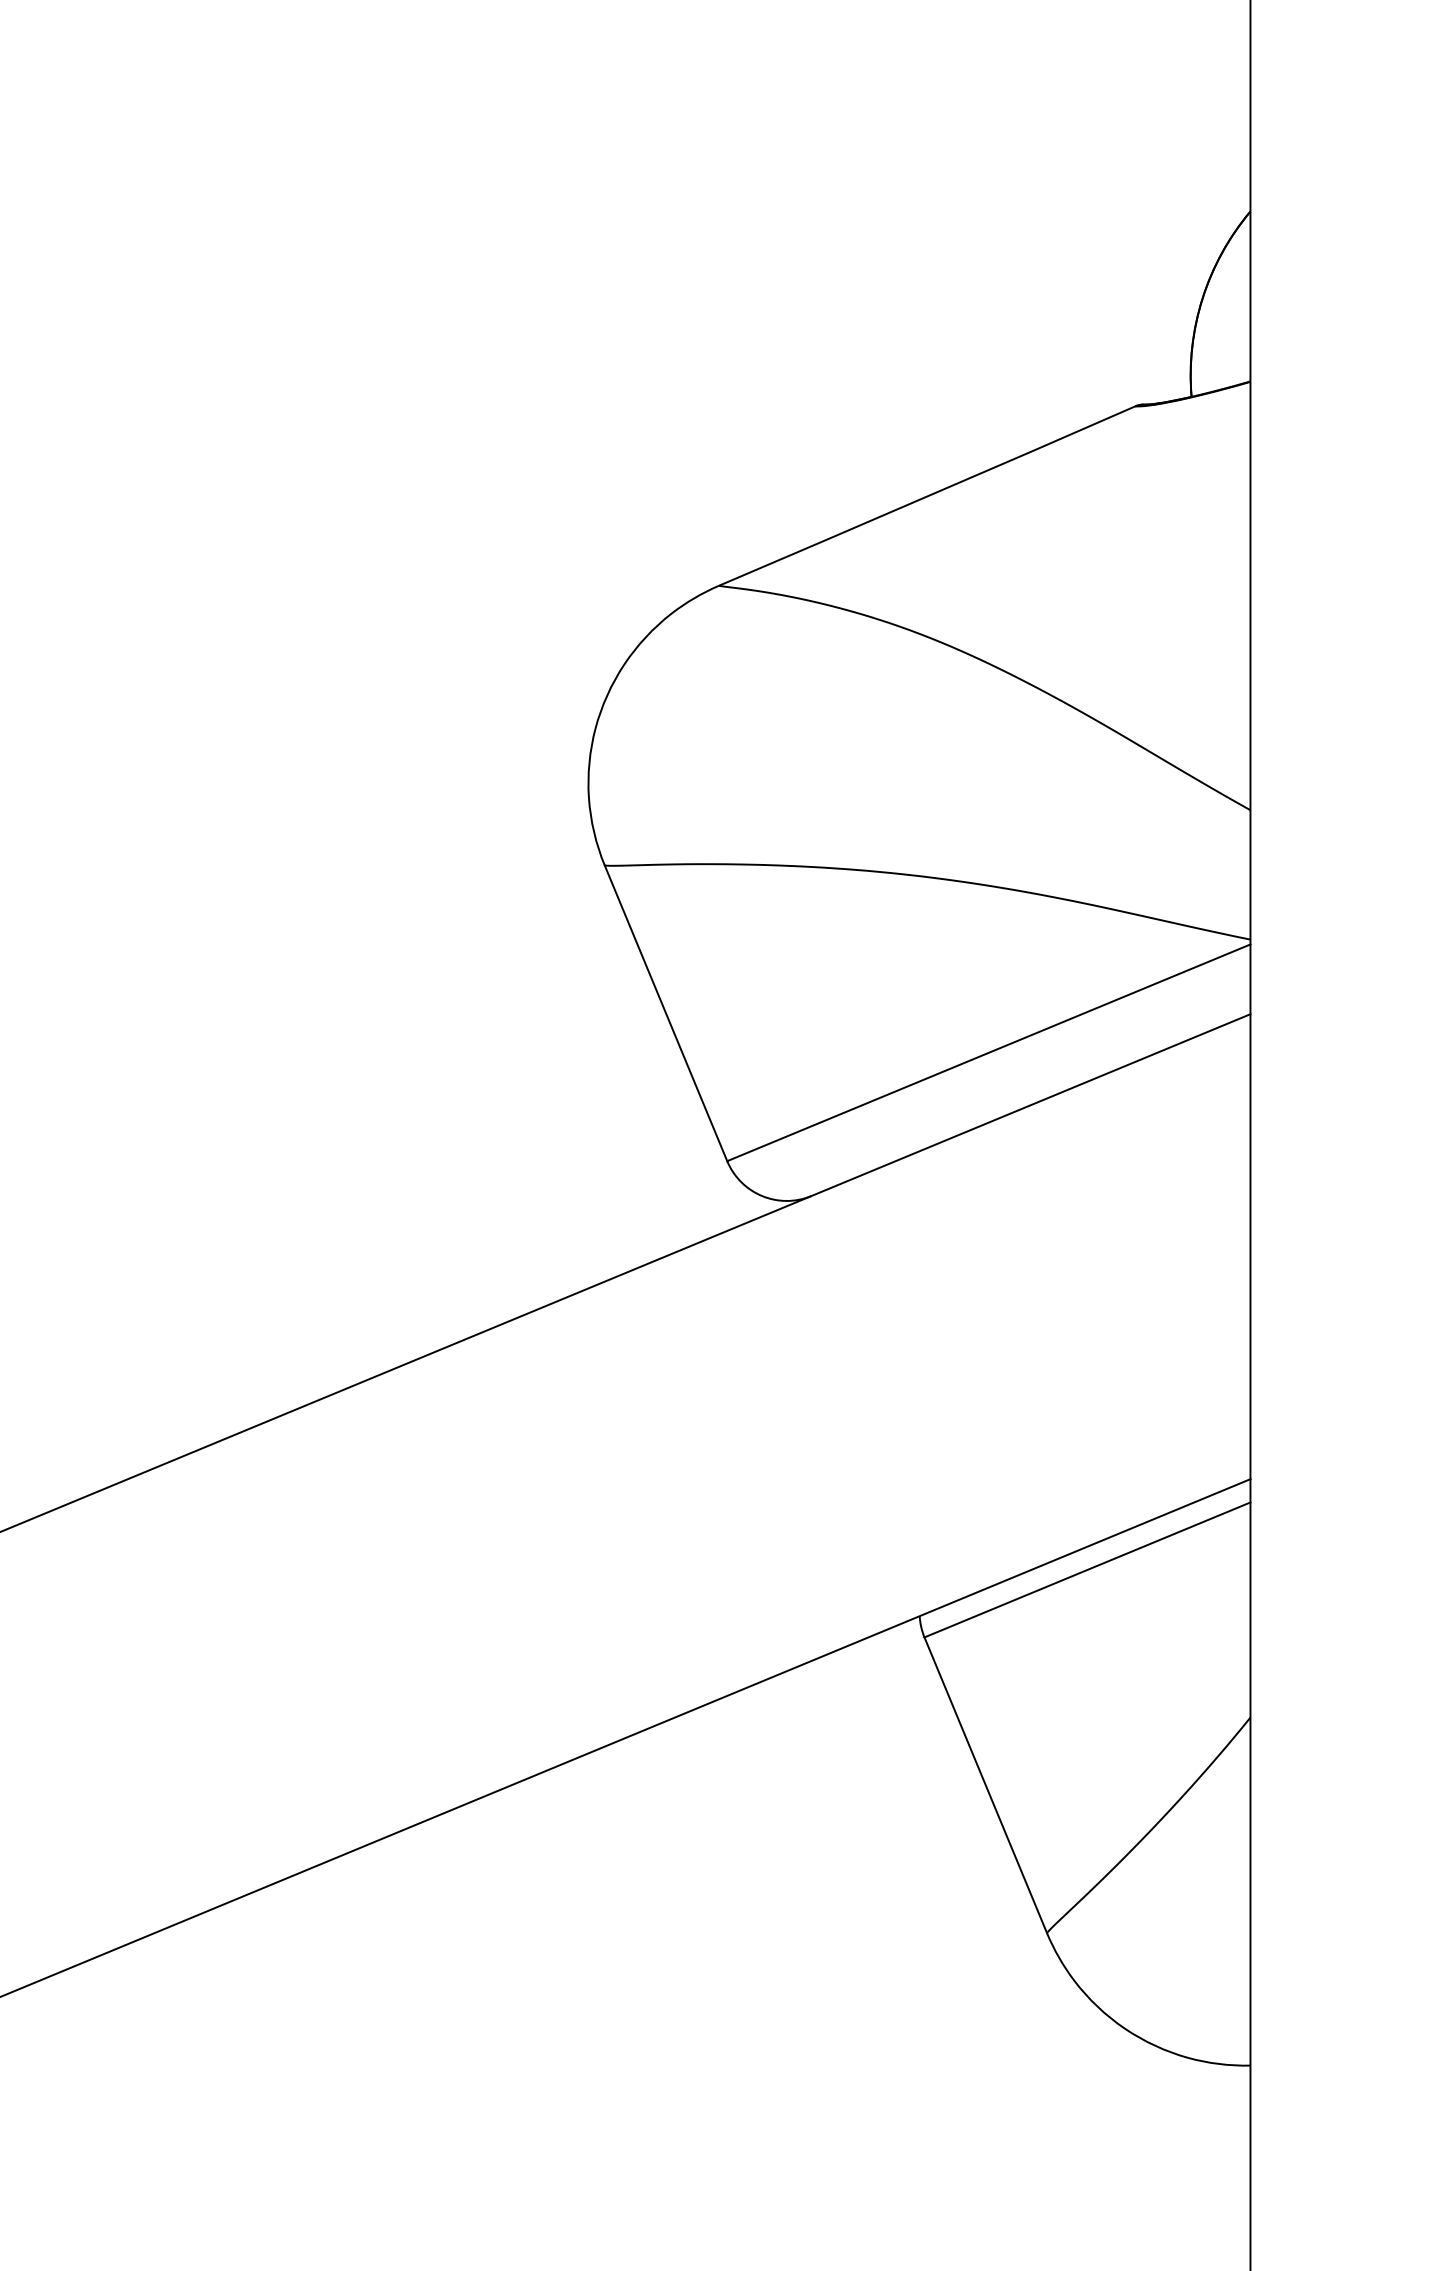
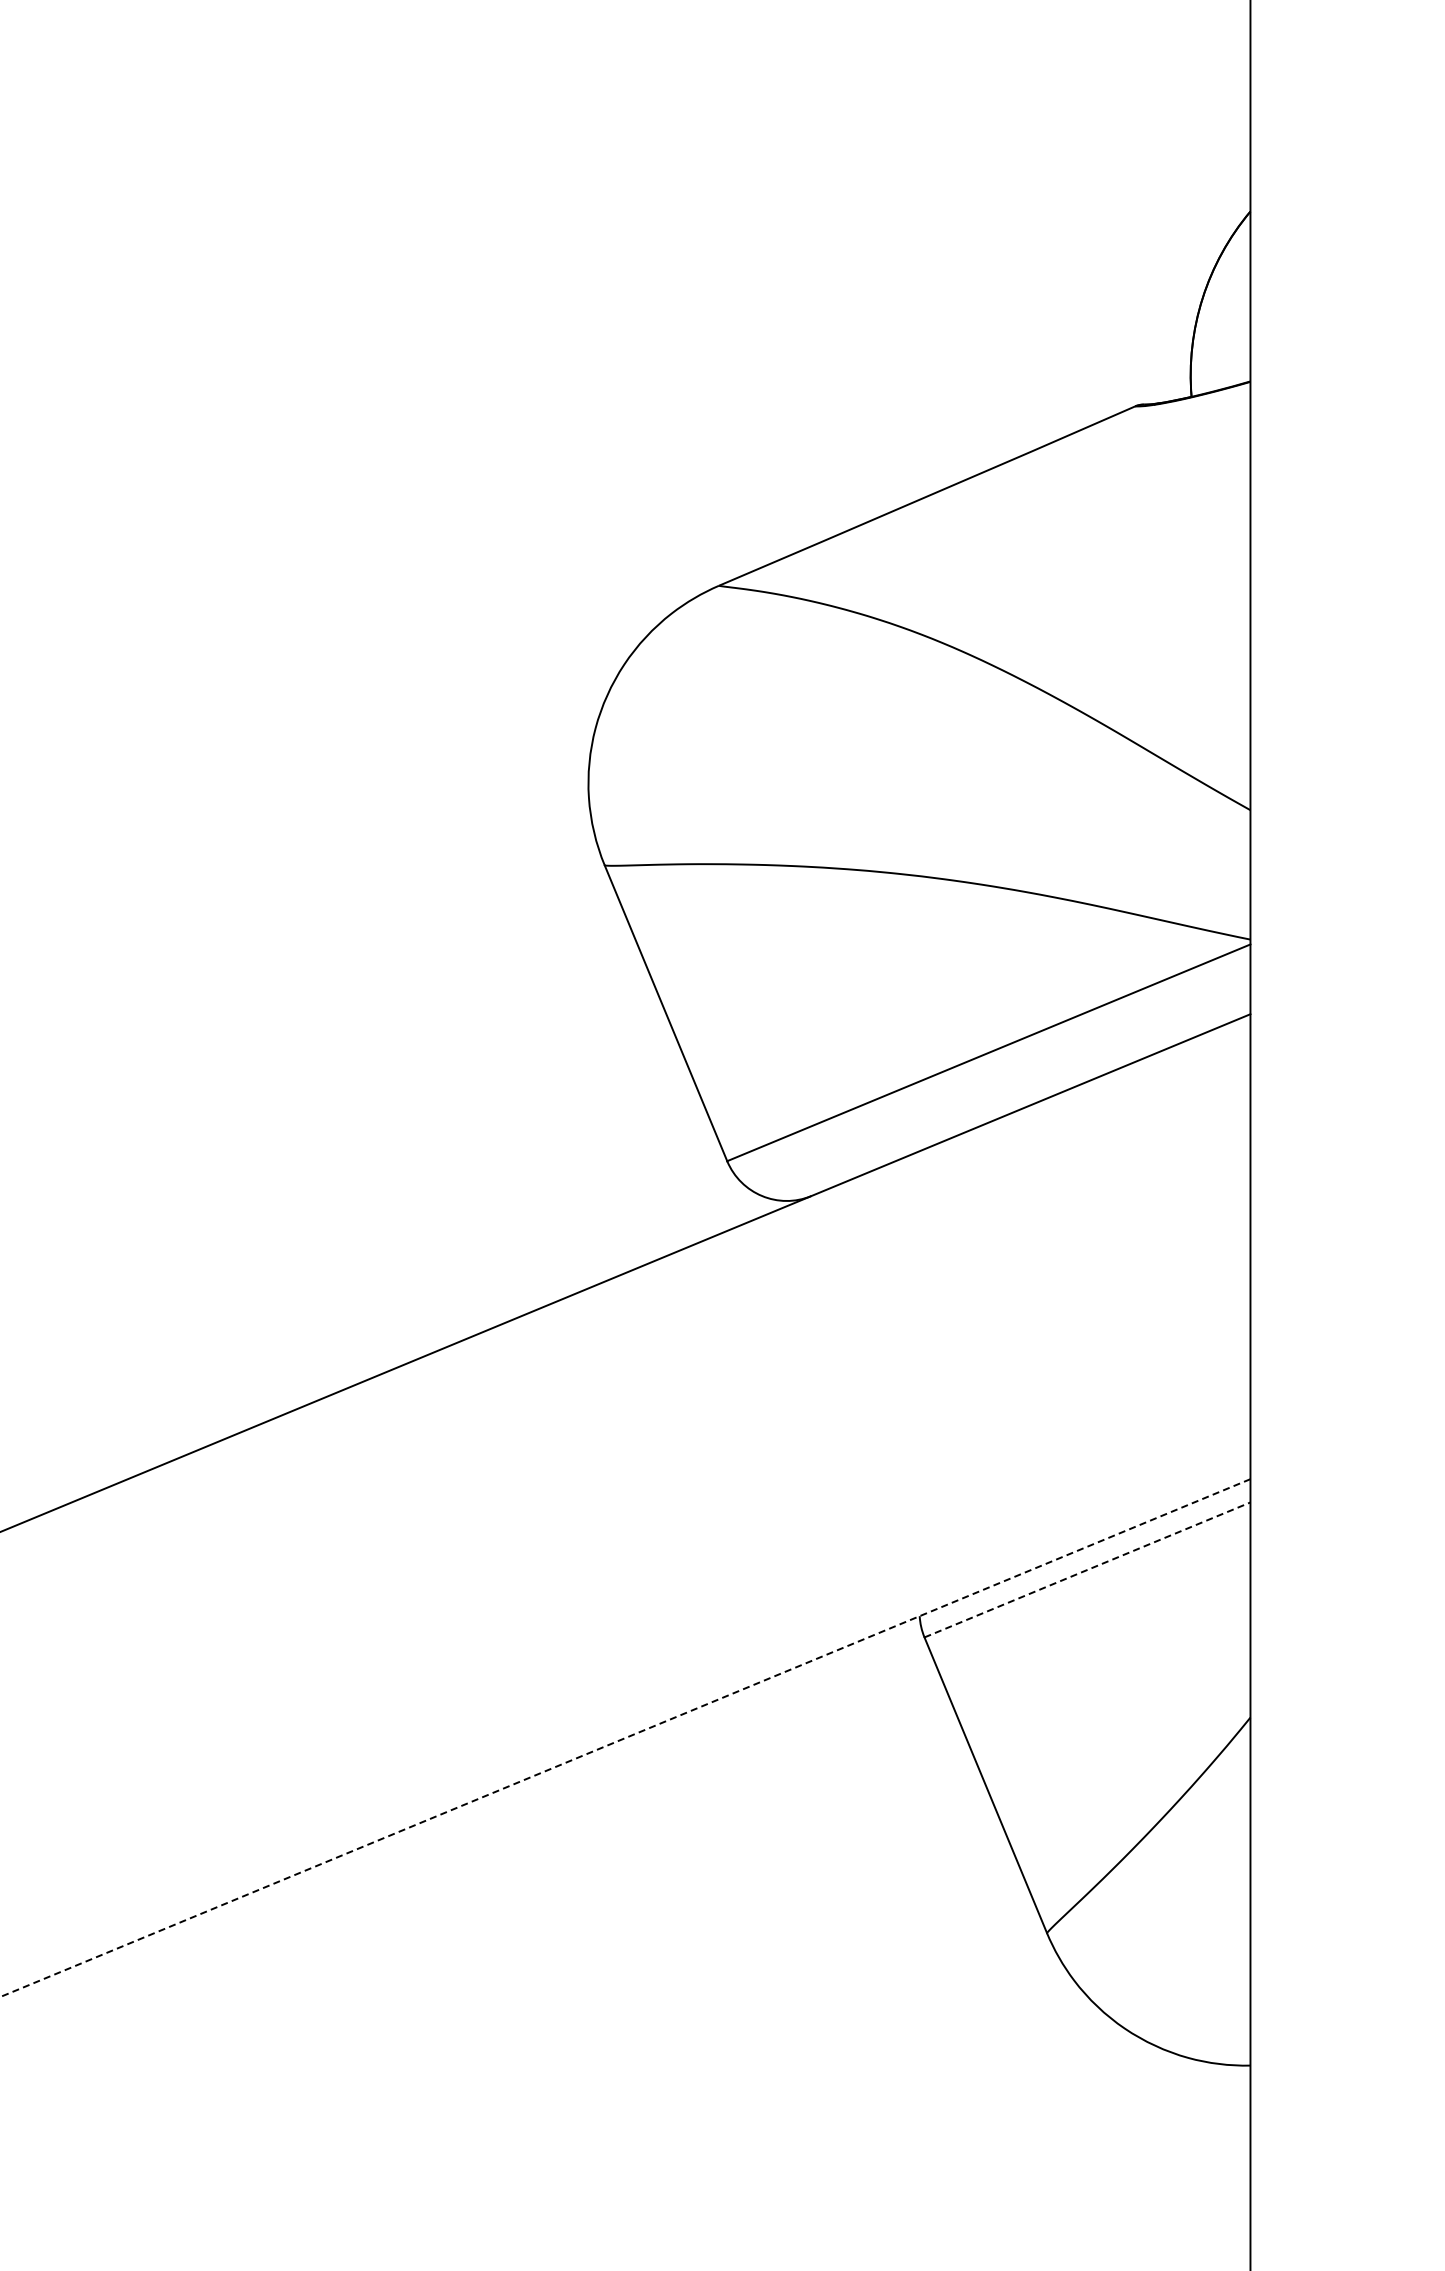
line at (1087, 1569): solid -> dashed
line at (625, 1738): solid -> dashed
